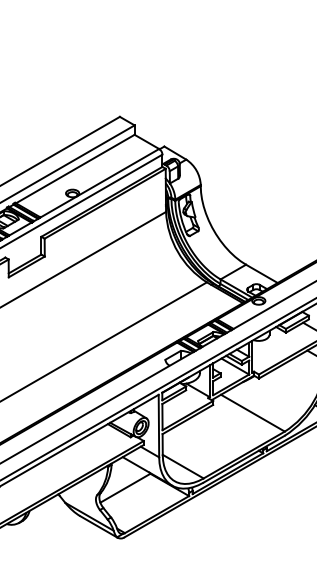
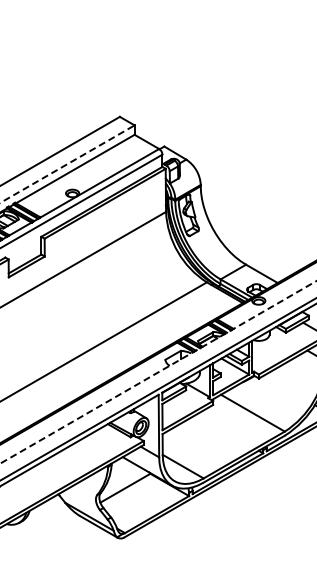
line at (67, 163): solid -> dashed
line at (158, 372): solid -> dashed
